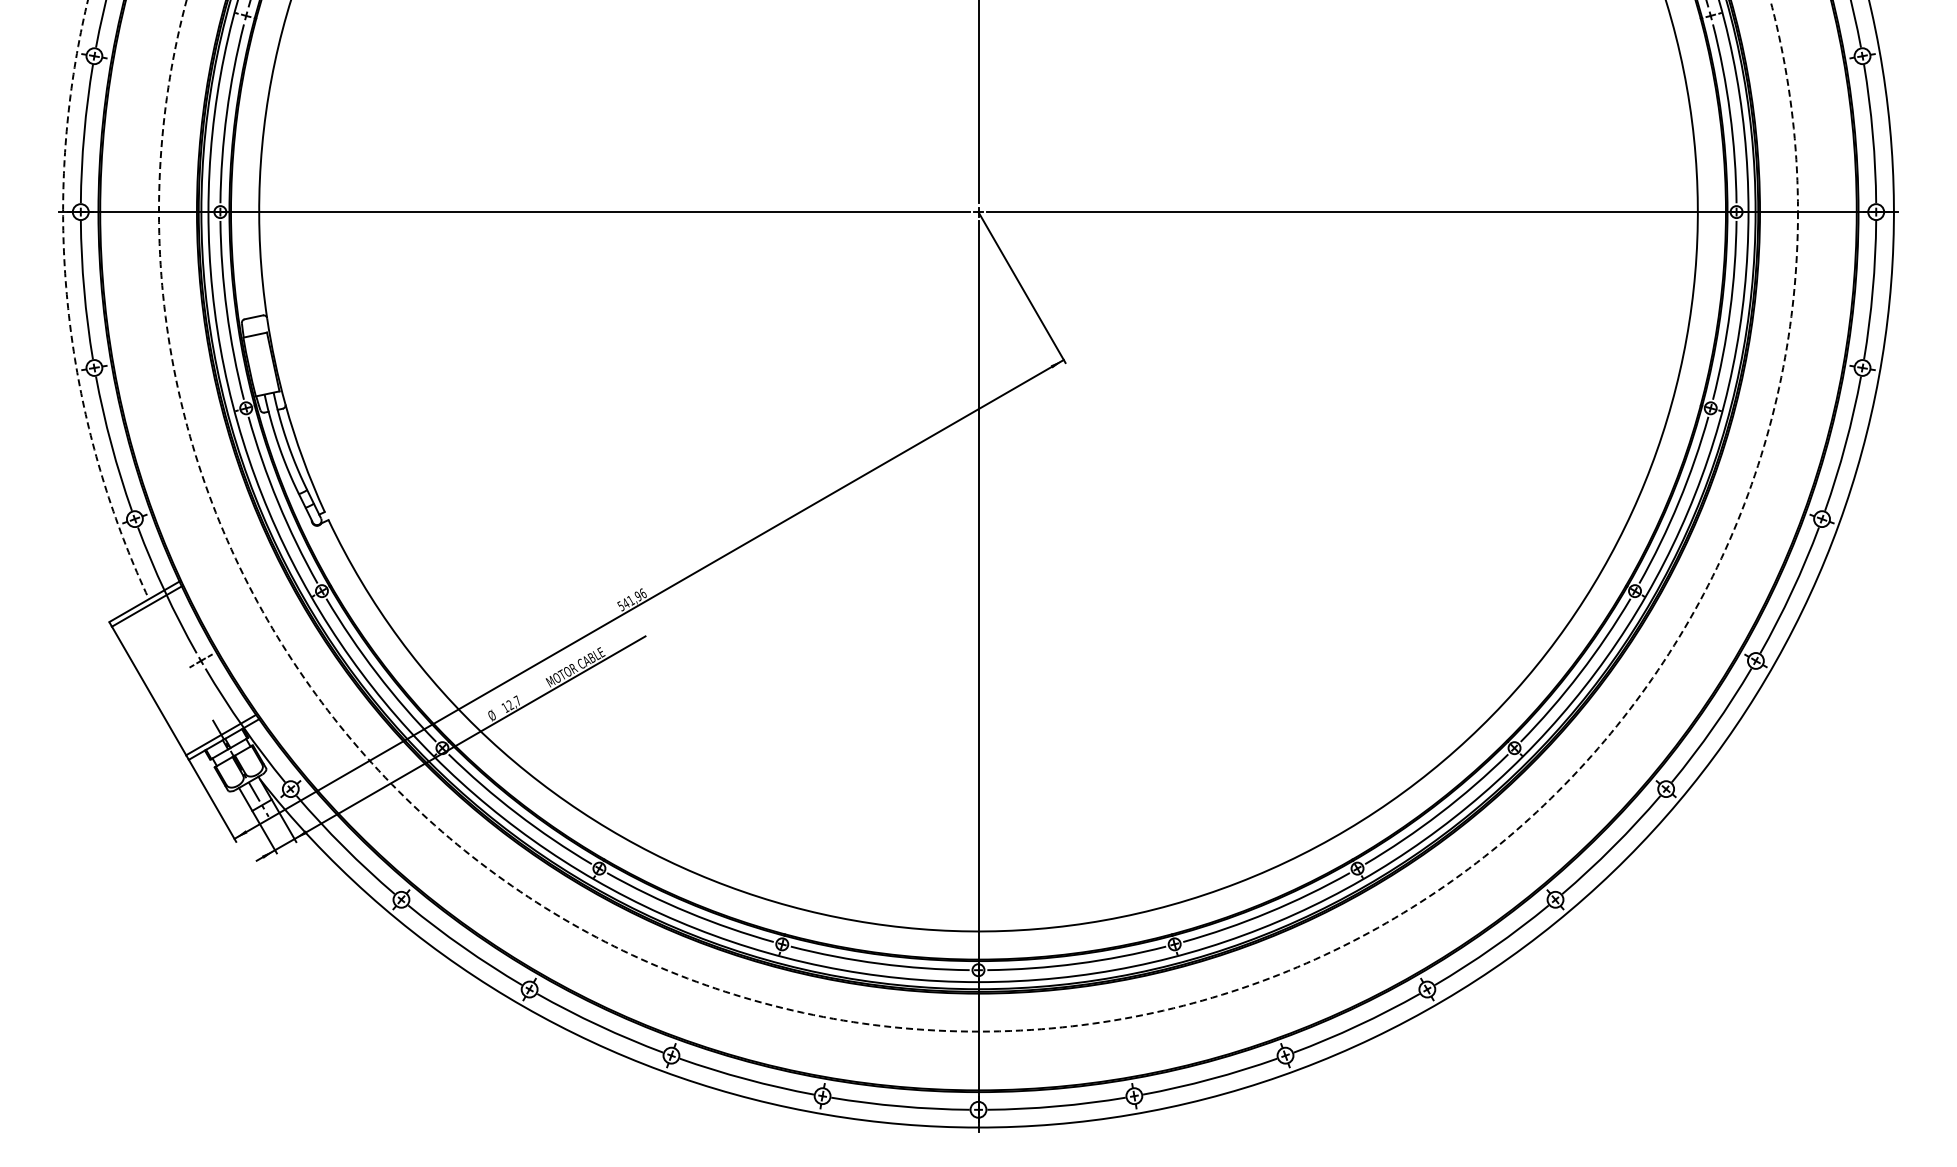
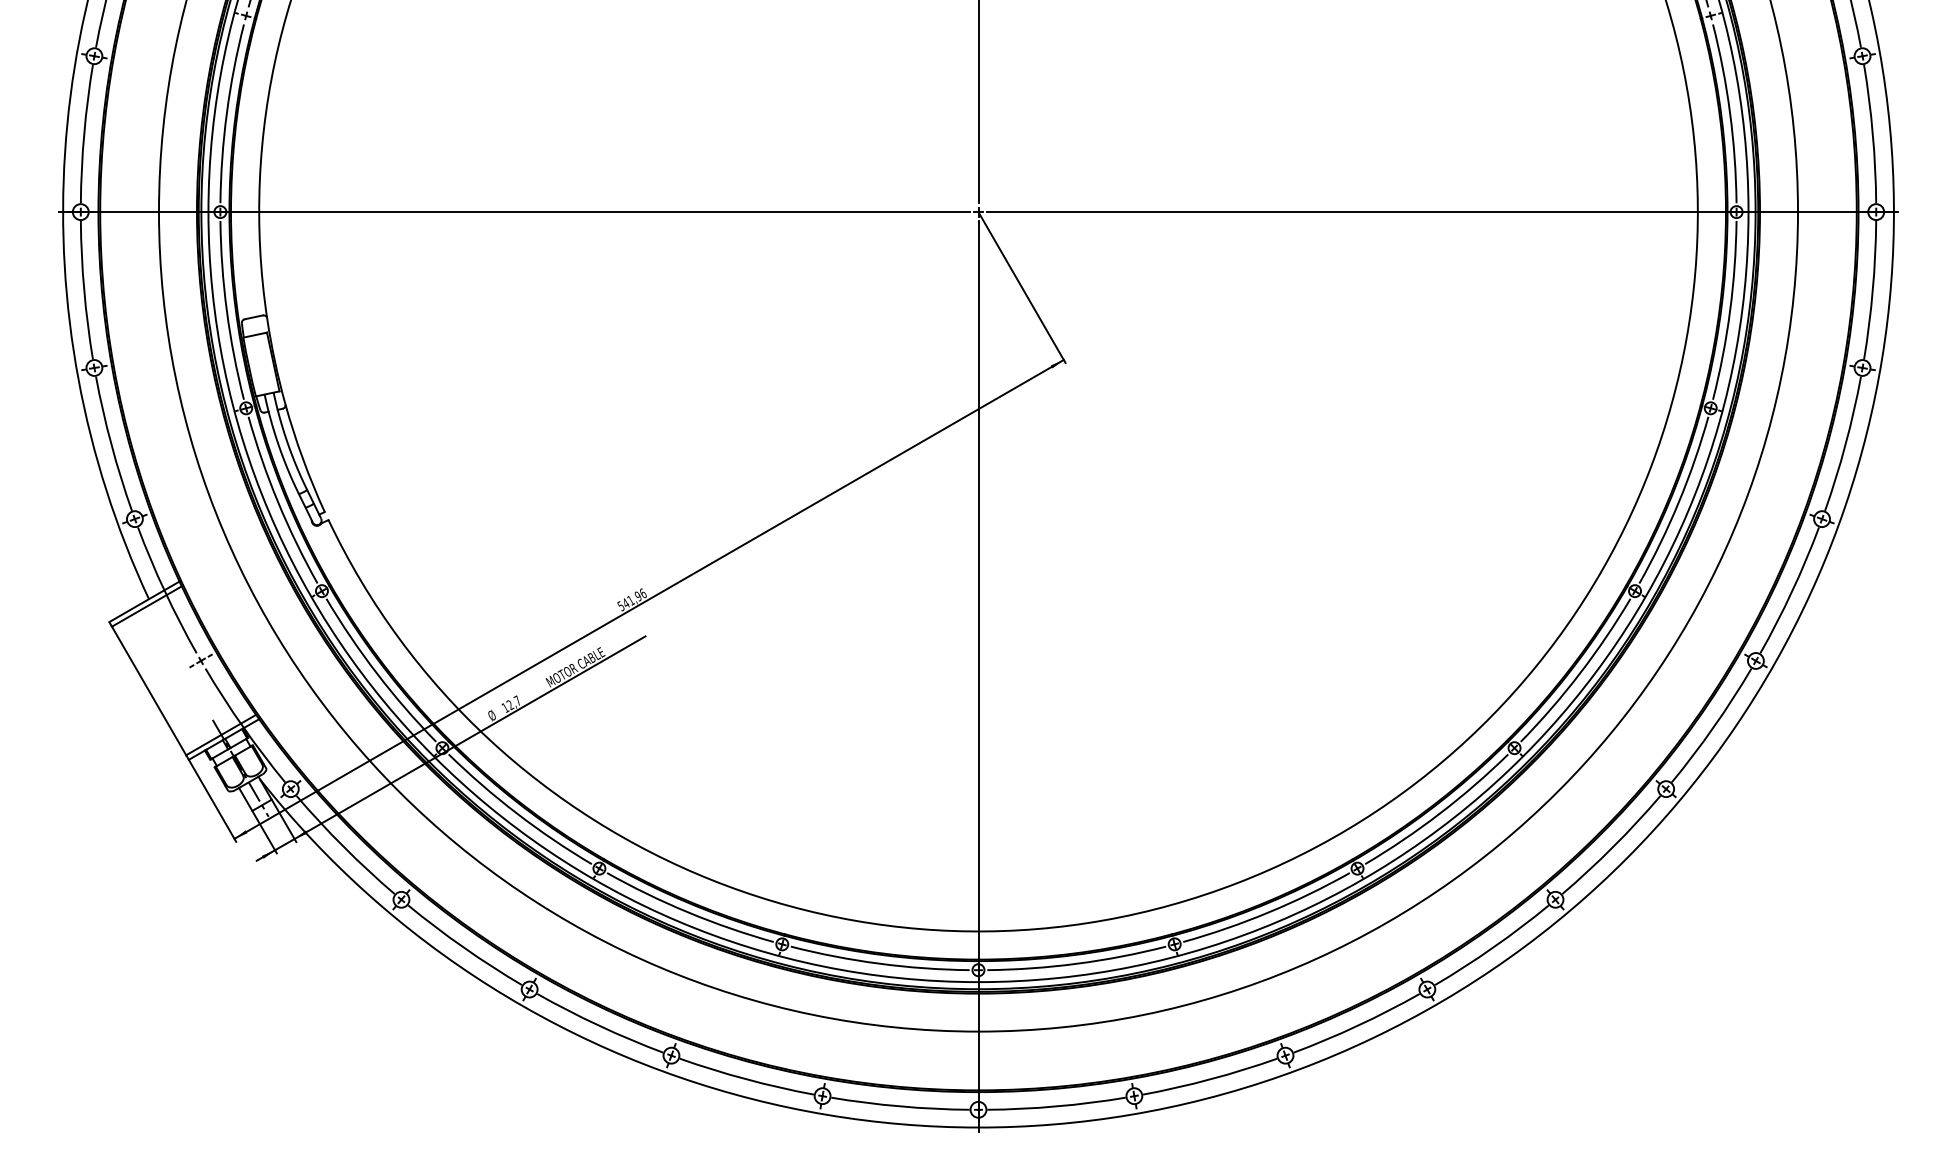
arc at (67, 304): dashed -> solid
circle at (978, 515): dashed -> solid
